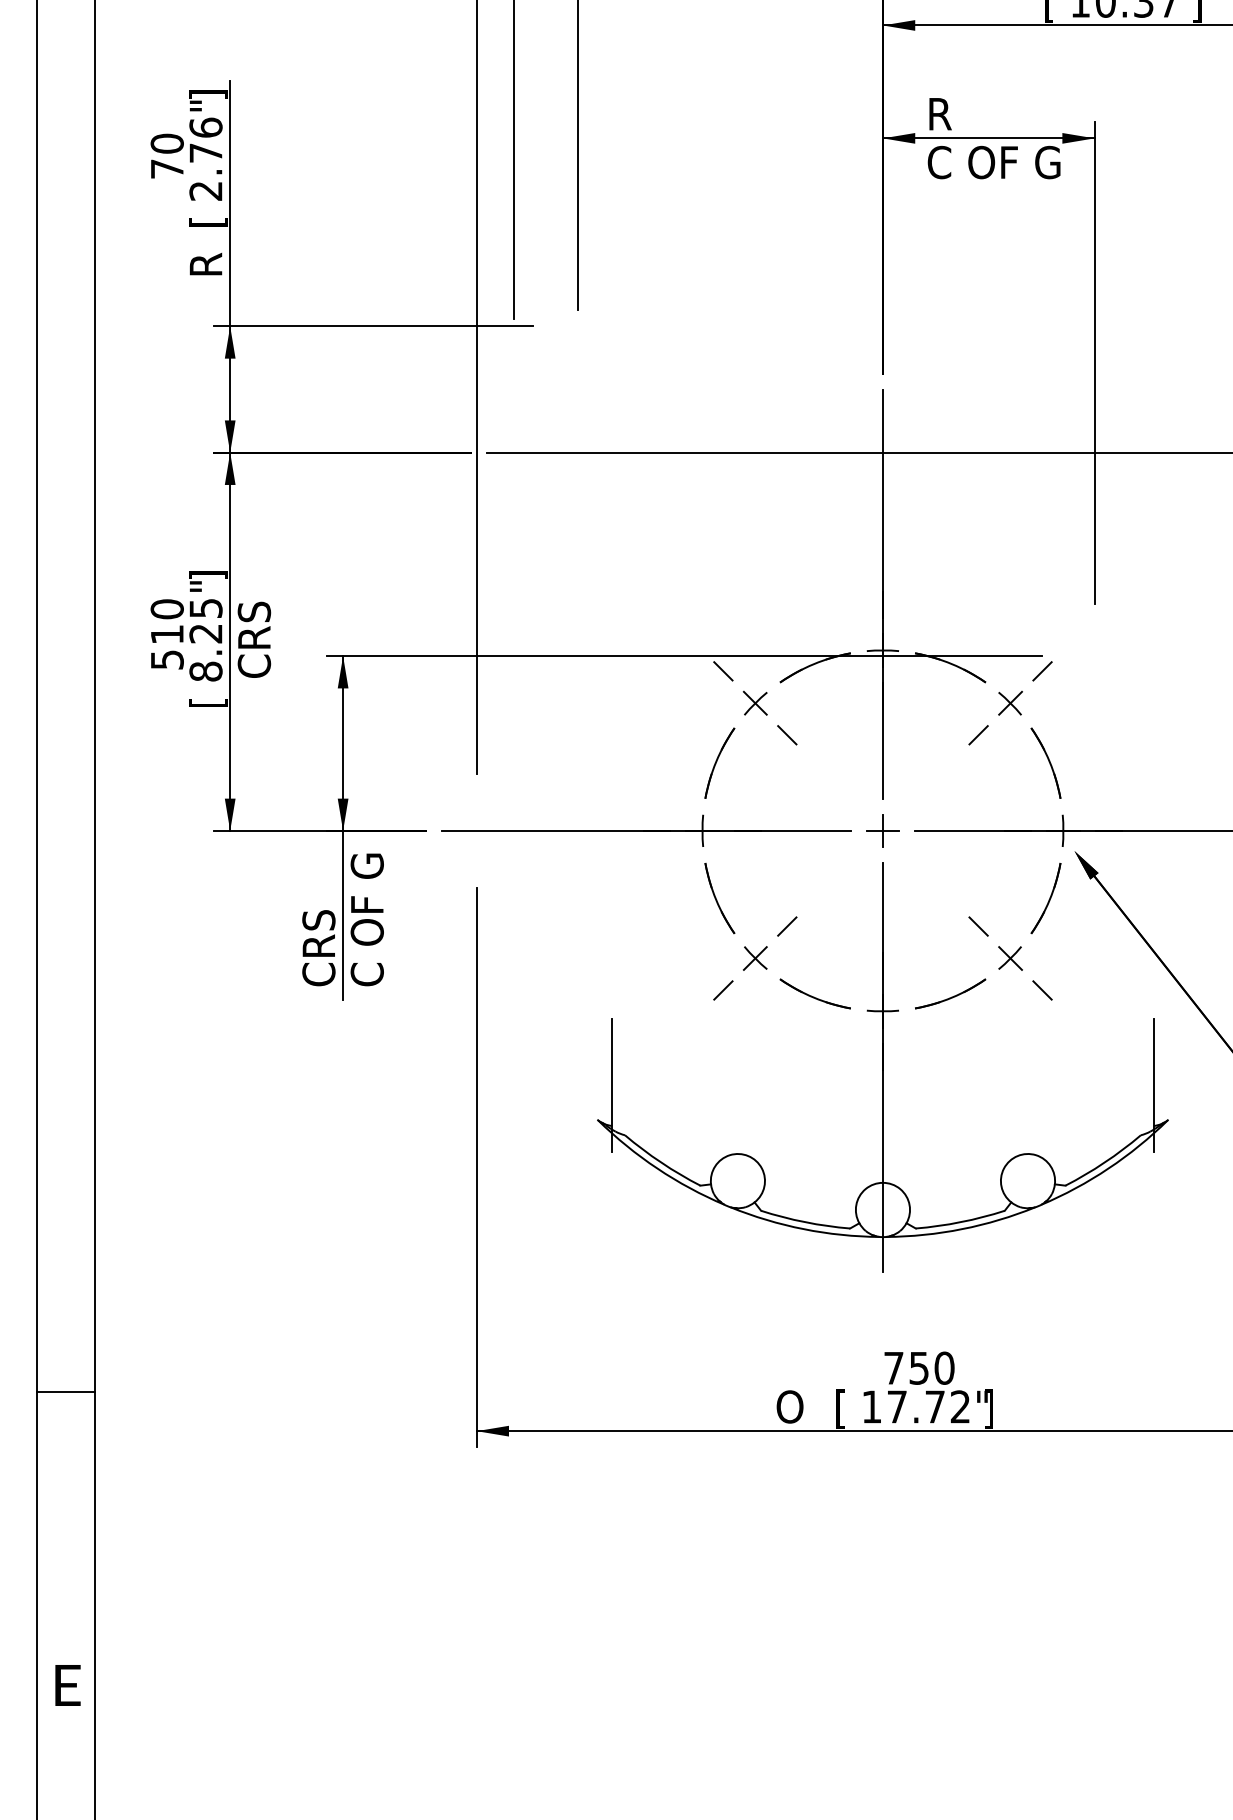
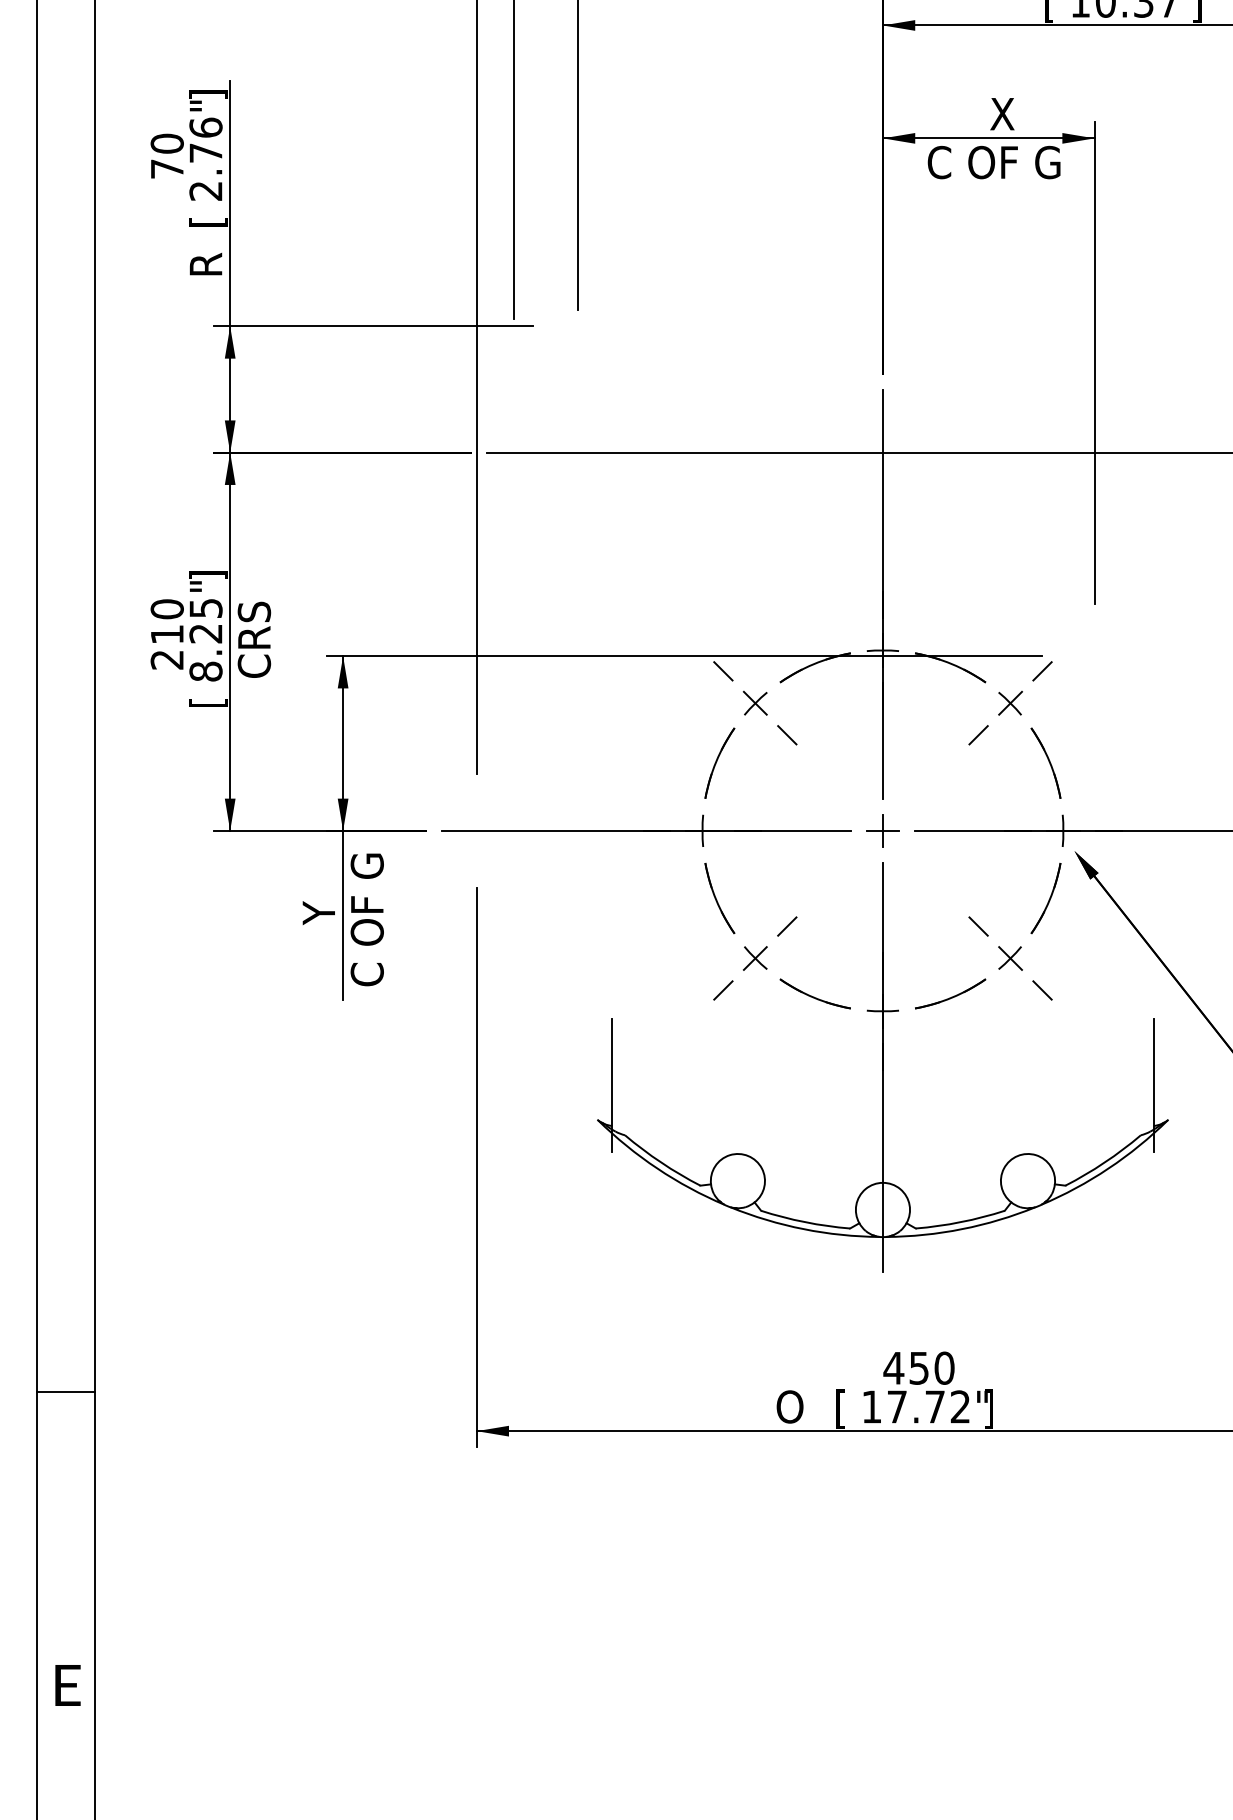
text at (971, 114): R -> X
text at (166, 659): 510 -> 210
text at (318, 943): CRS -> Y
text at (893, 1368): 750 -> 450
